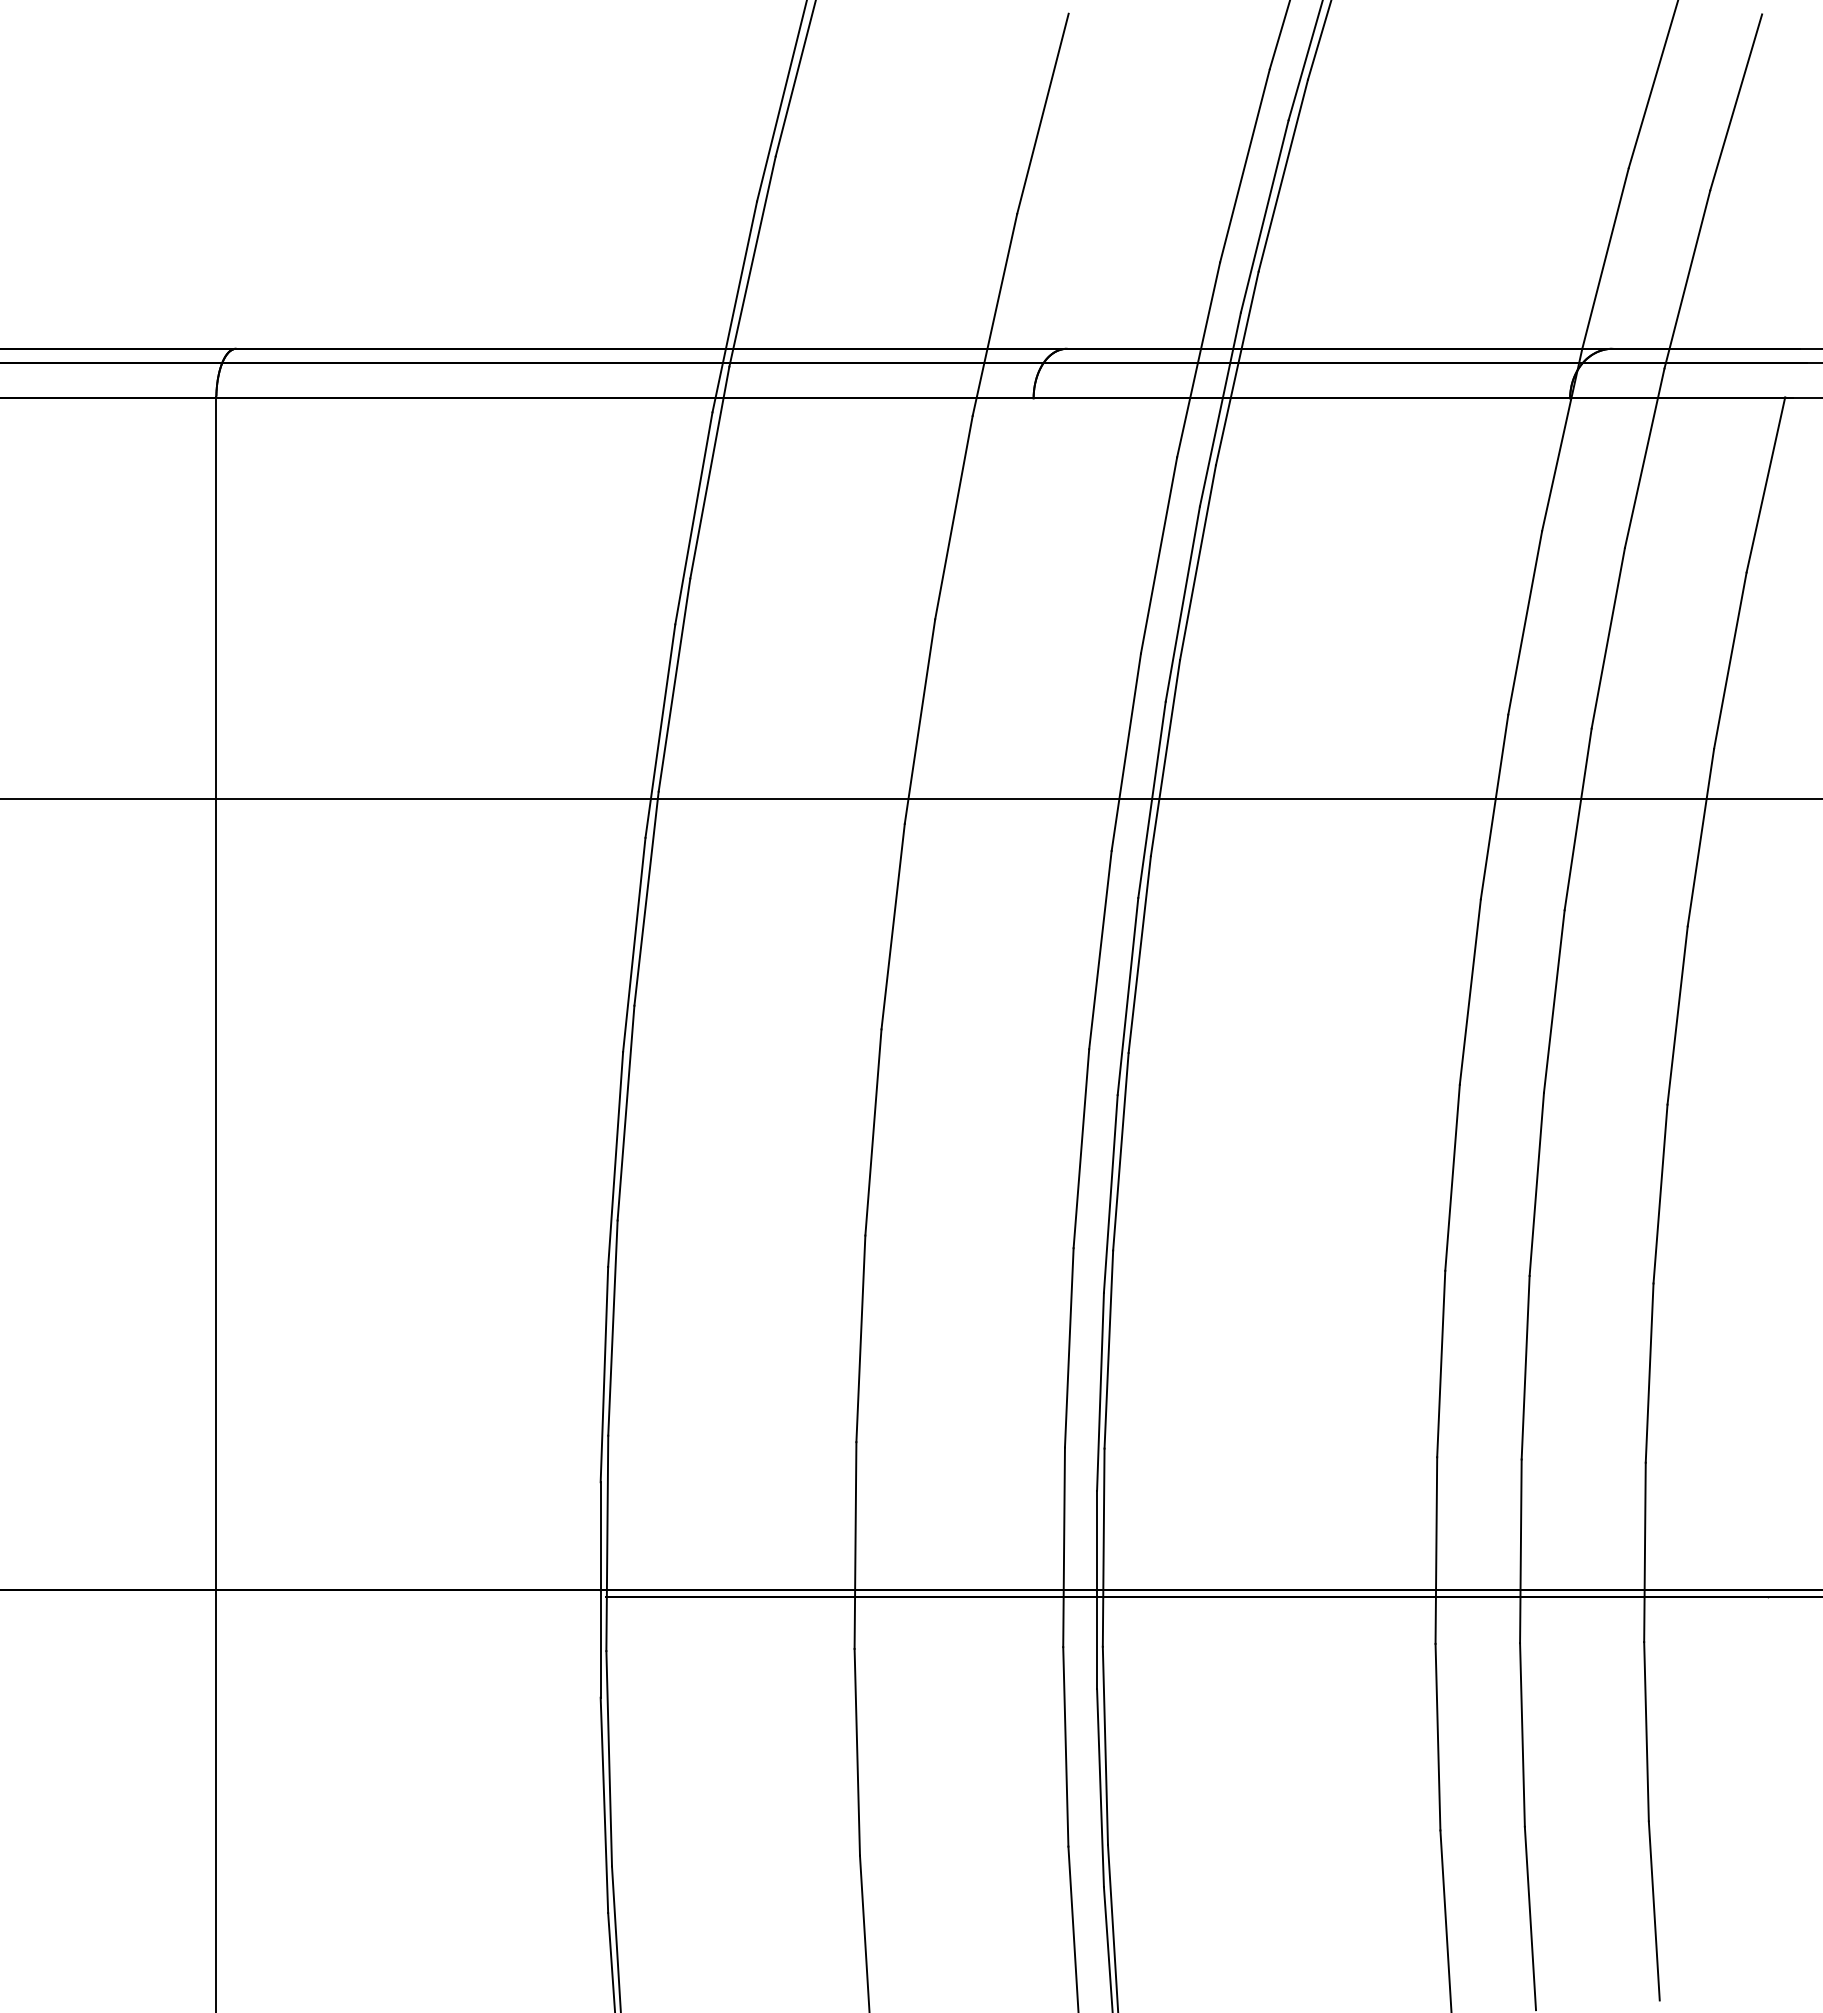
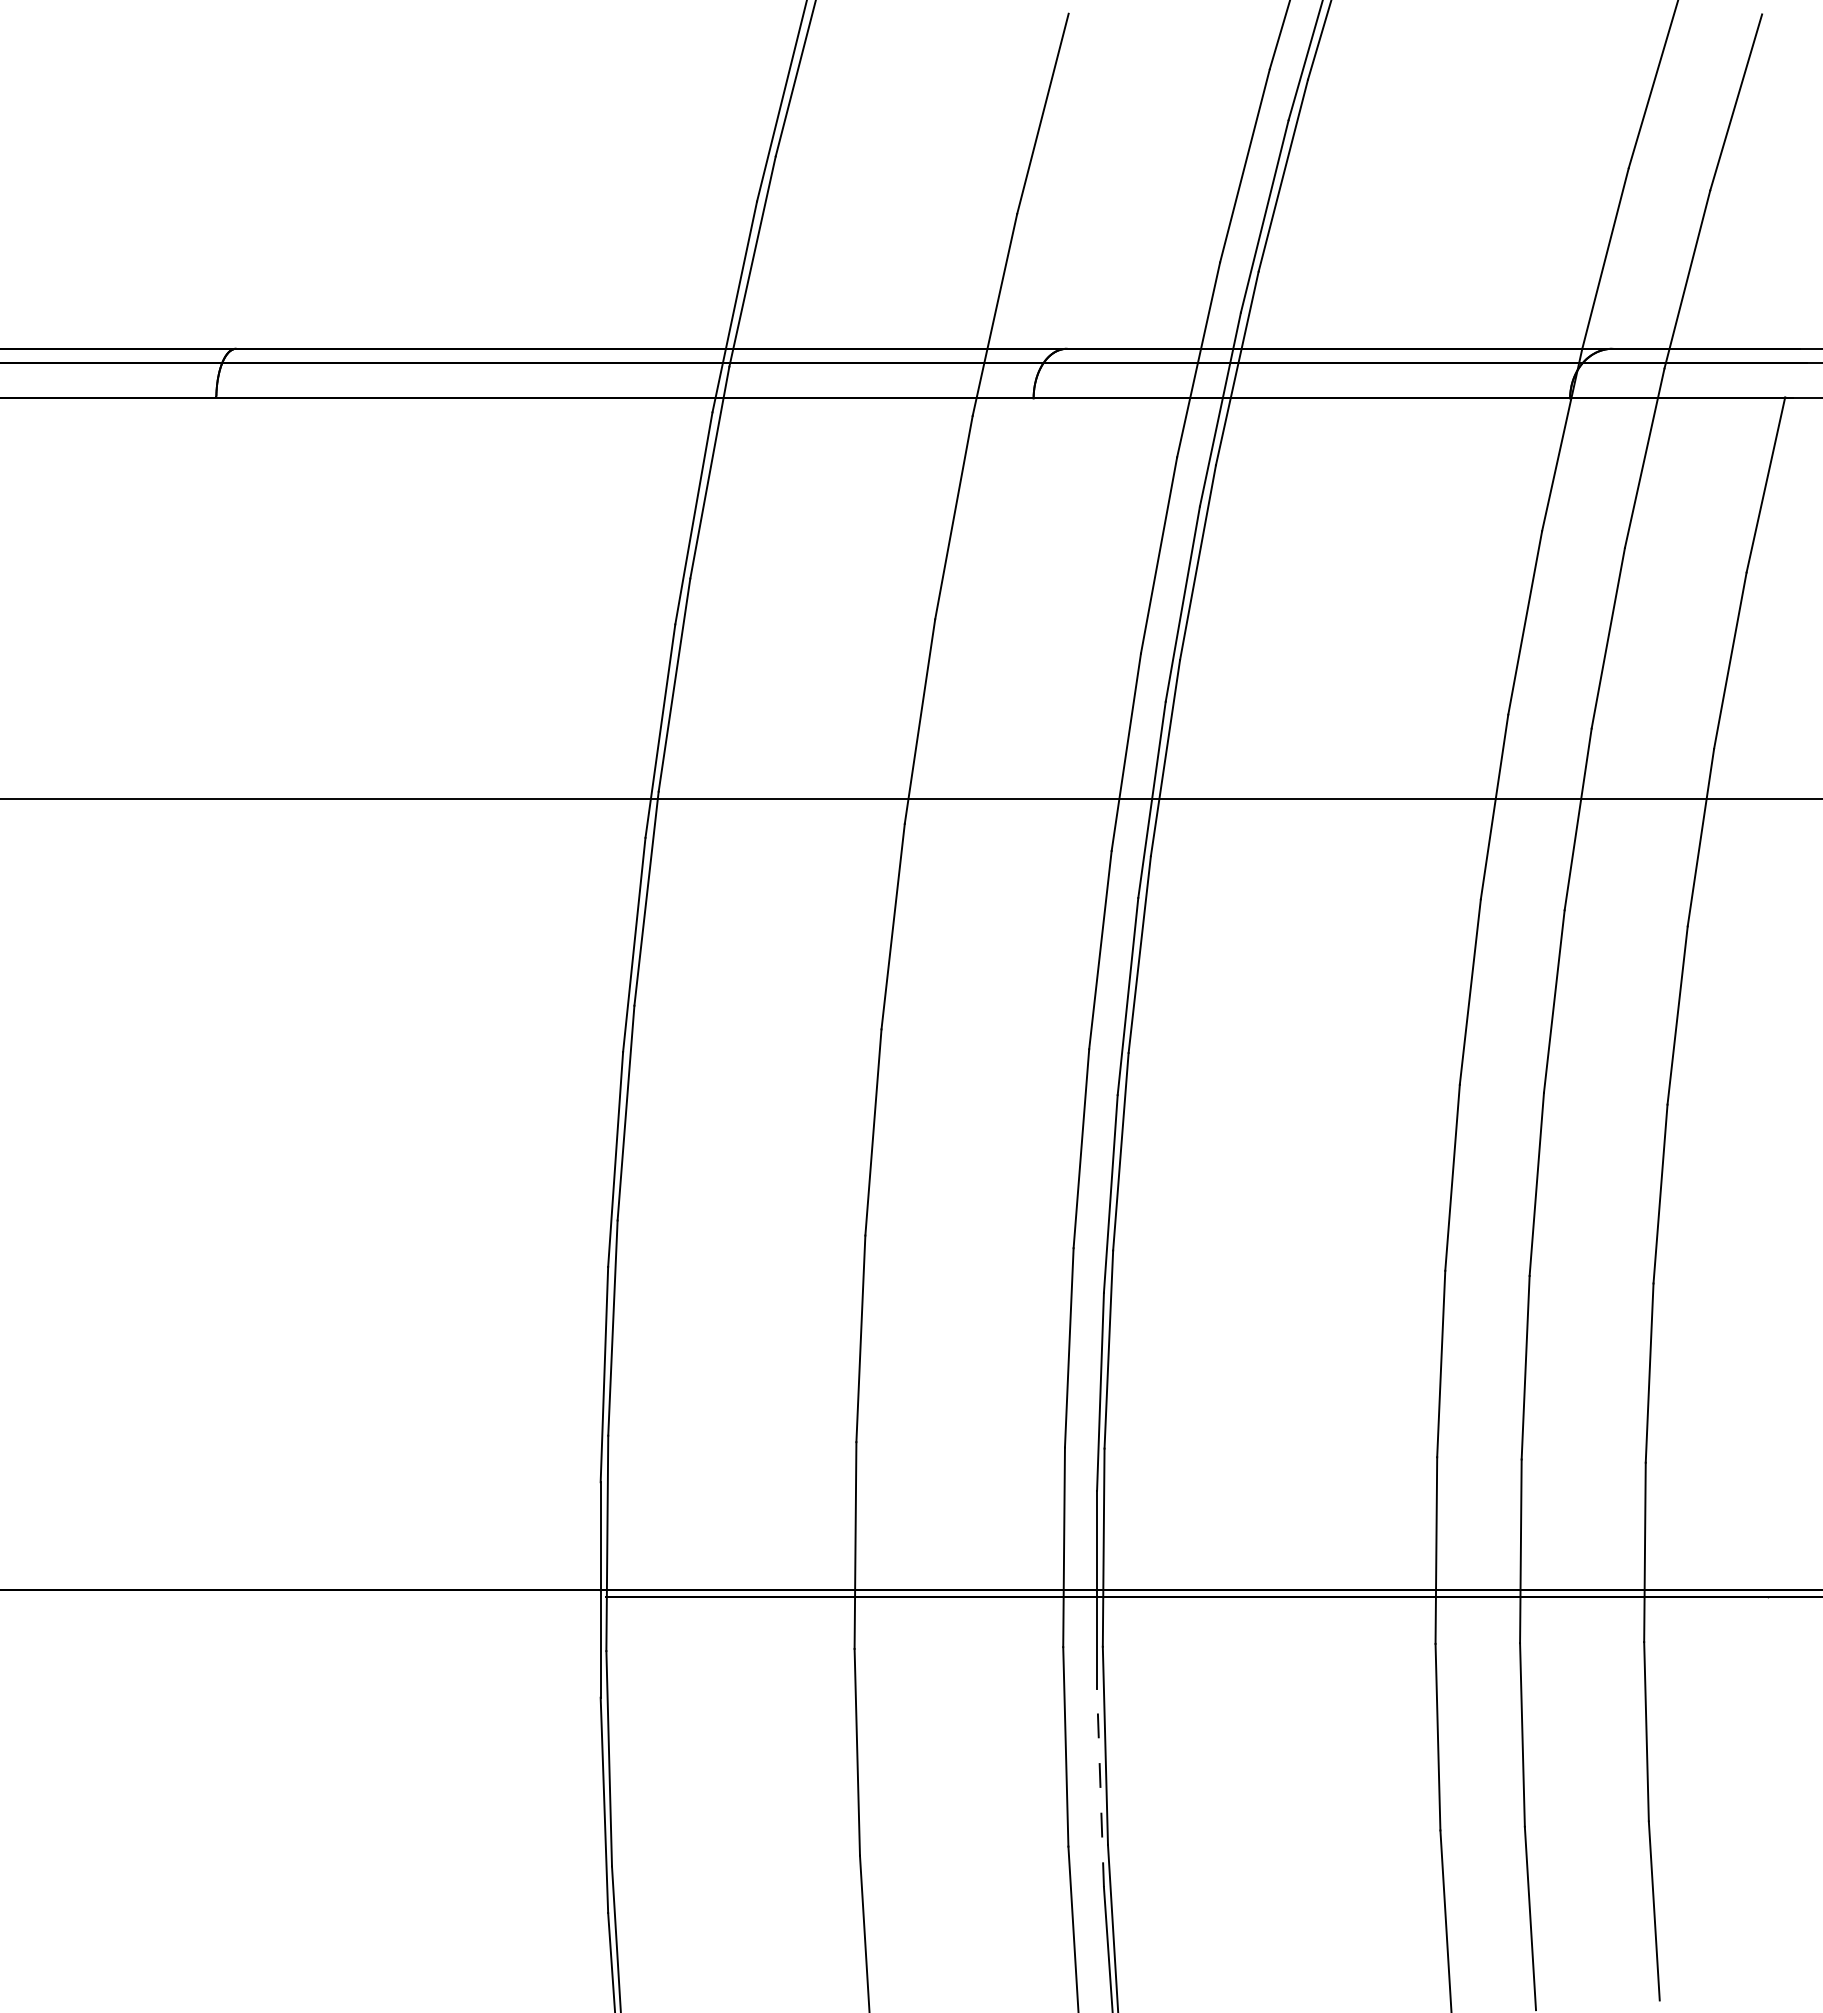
line at (216, 1203): present -> none
line at (1100, 1787): solid -> dashed
